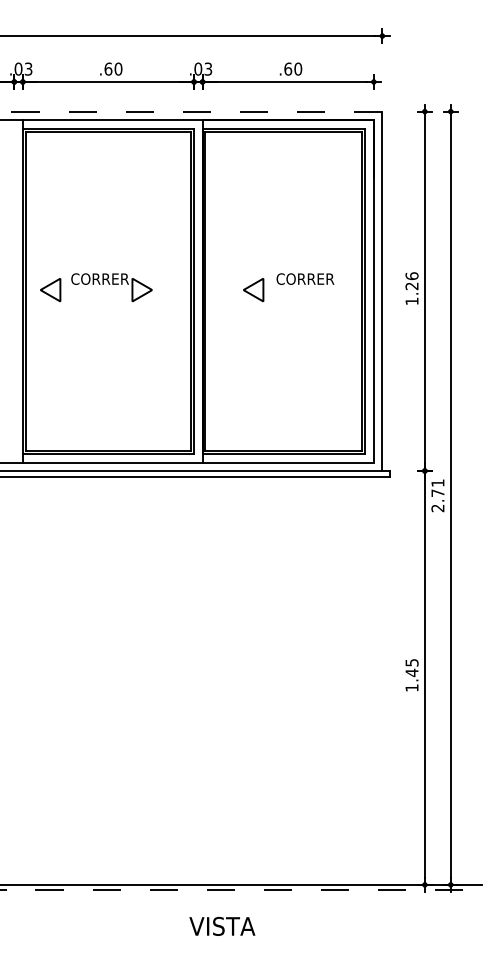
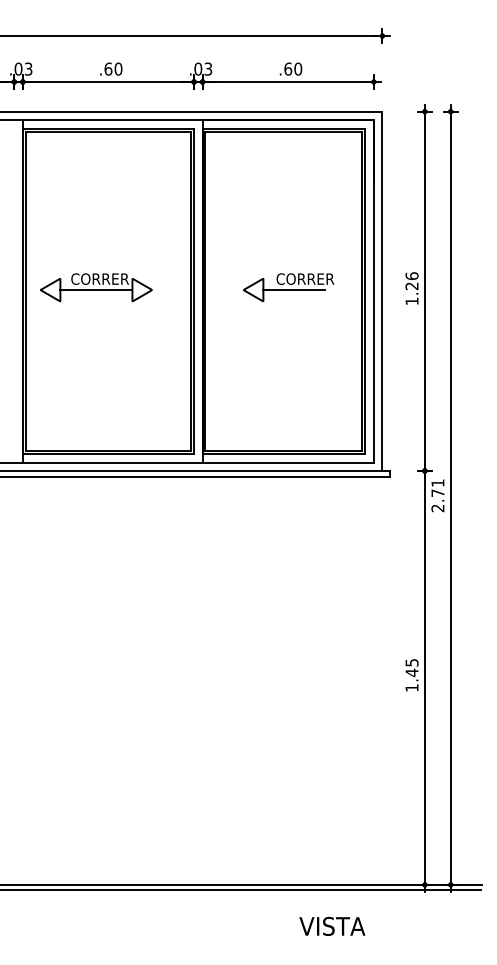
line at (191, 111): dashed -> solid
line at (96, 290): none -> present
line at (294, 290): none -> present
line at (240, 890): dashed -> solid
text at (222, 925) position: (222, 925) -> (332, 925)
